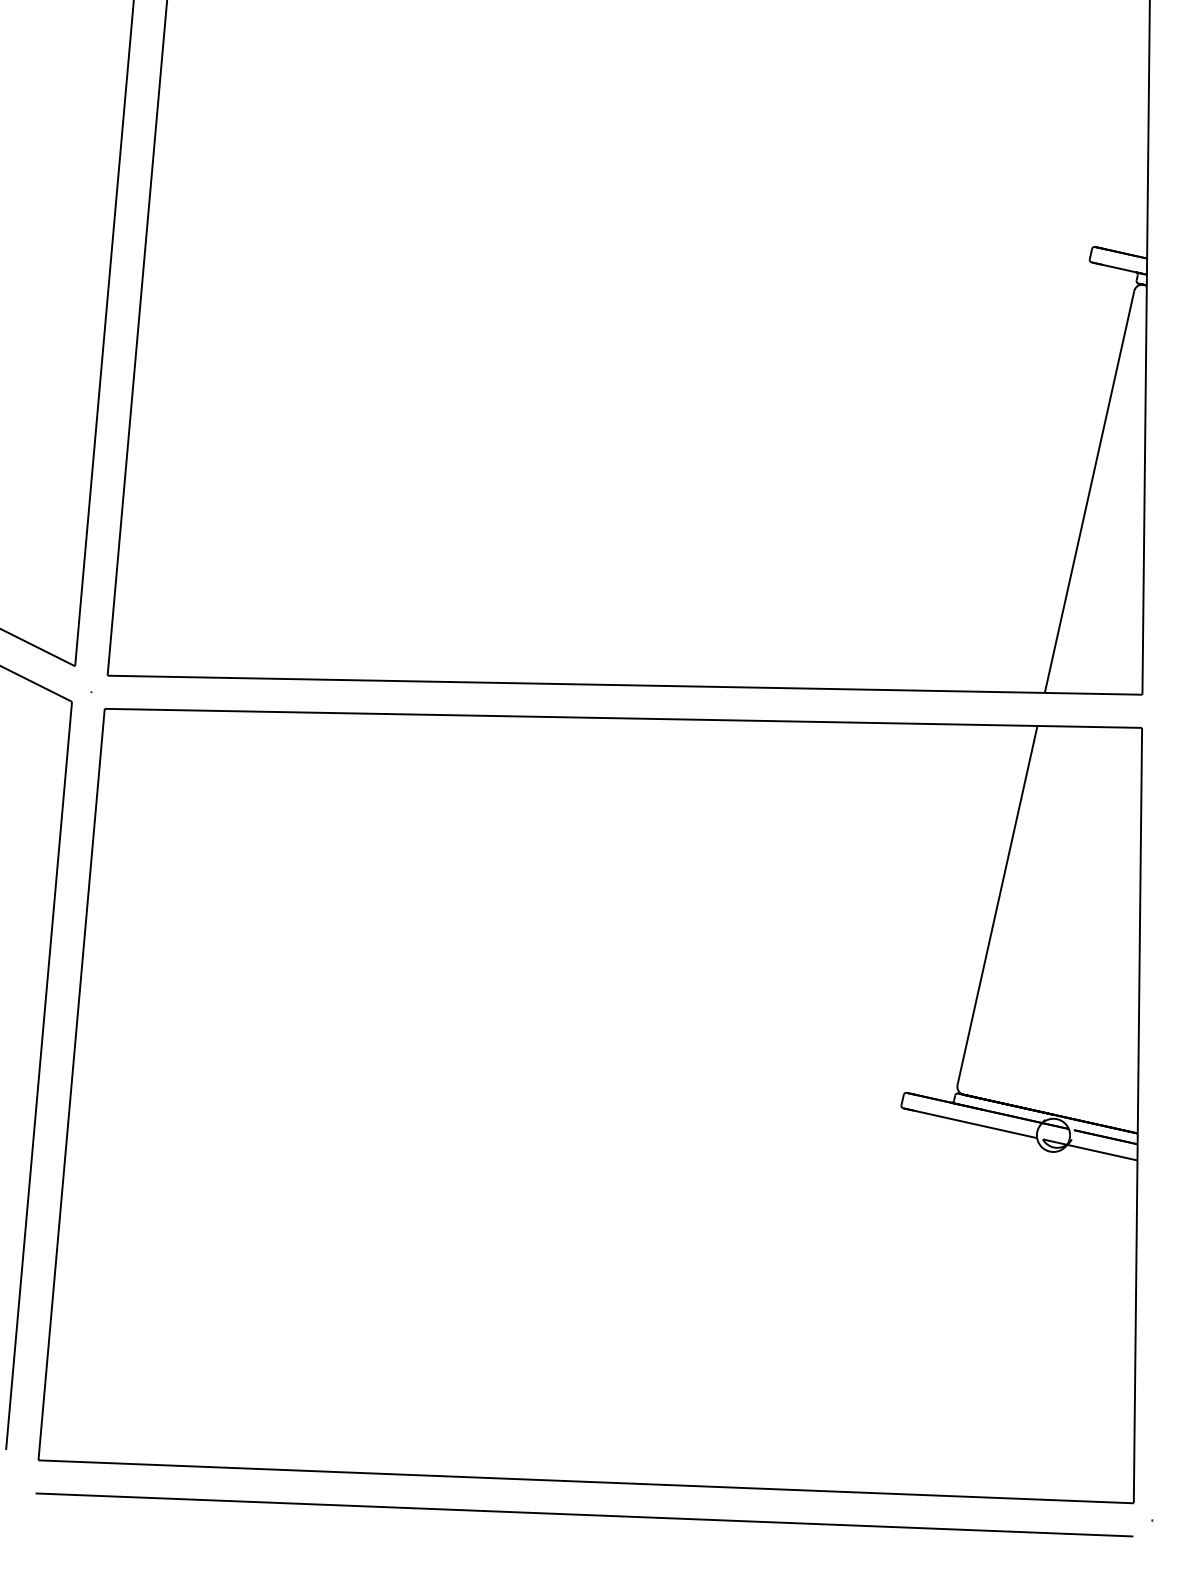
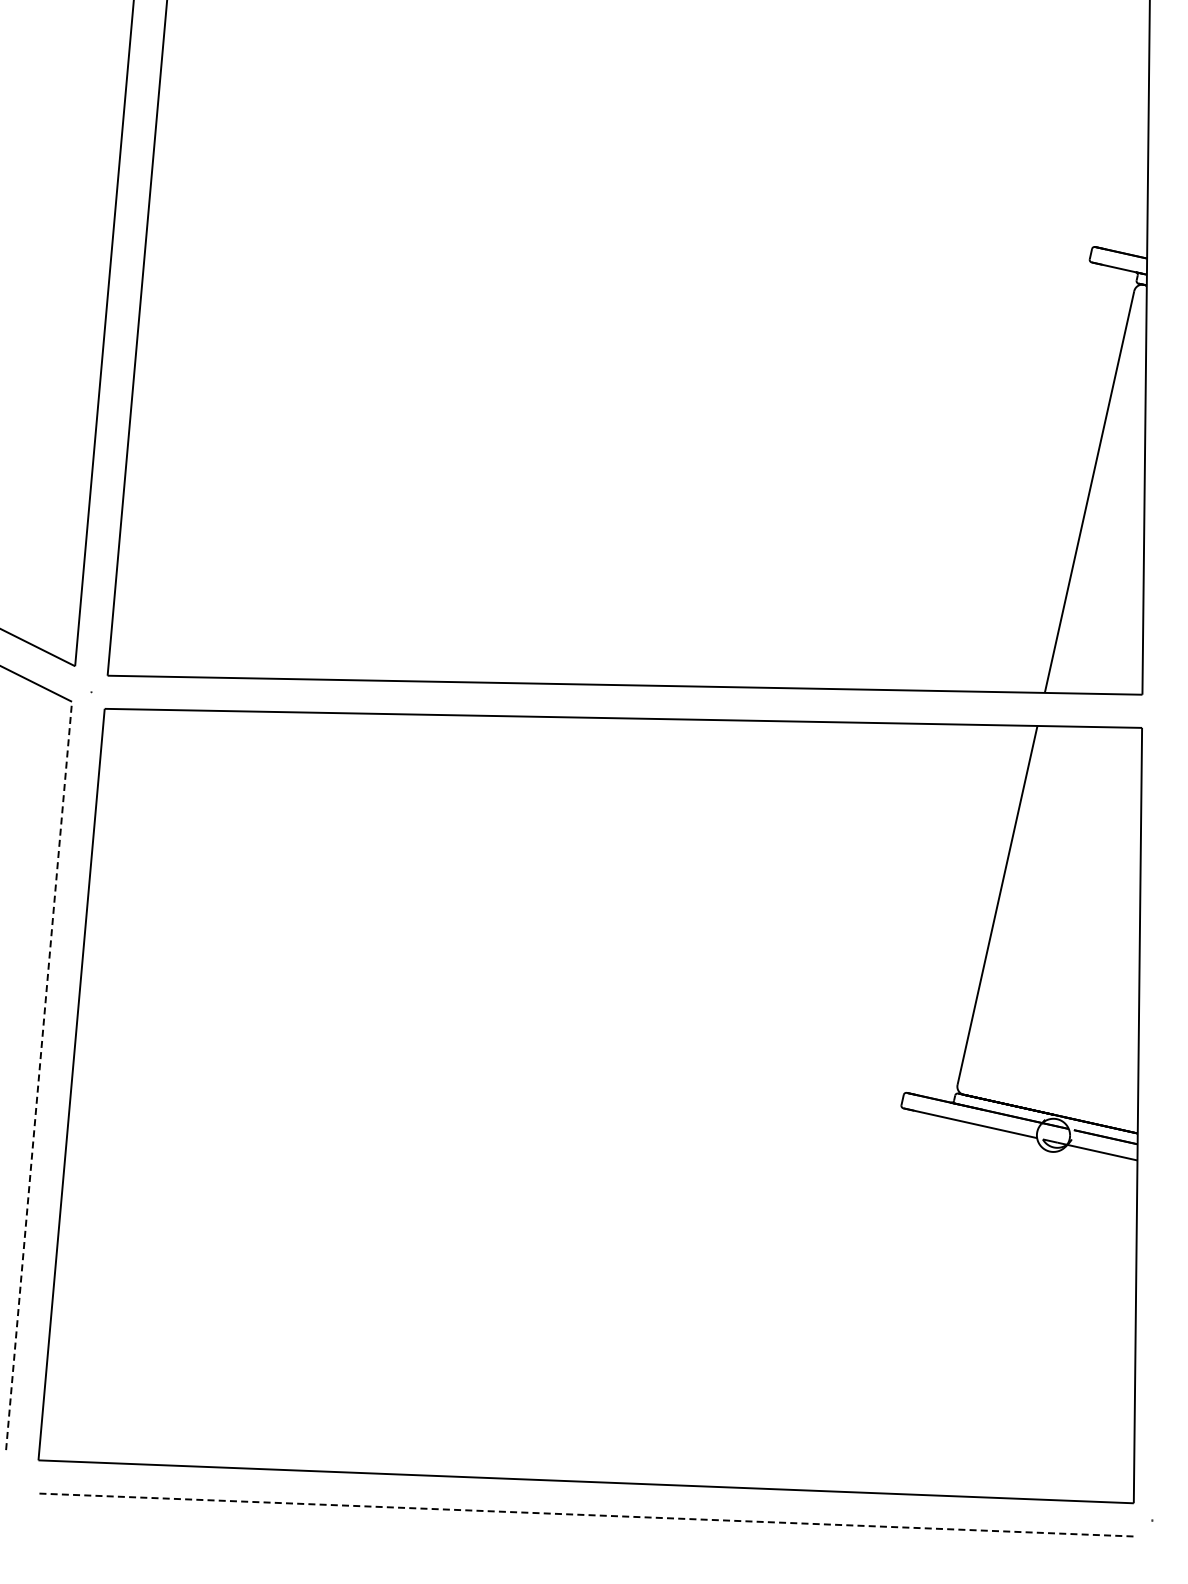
line at (39, 1075): solid -> dashed
line at (584, 1514): solid -> dashed
